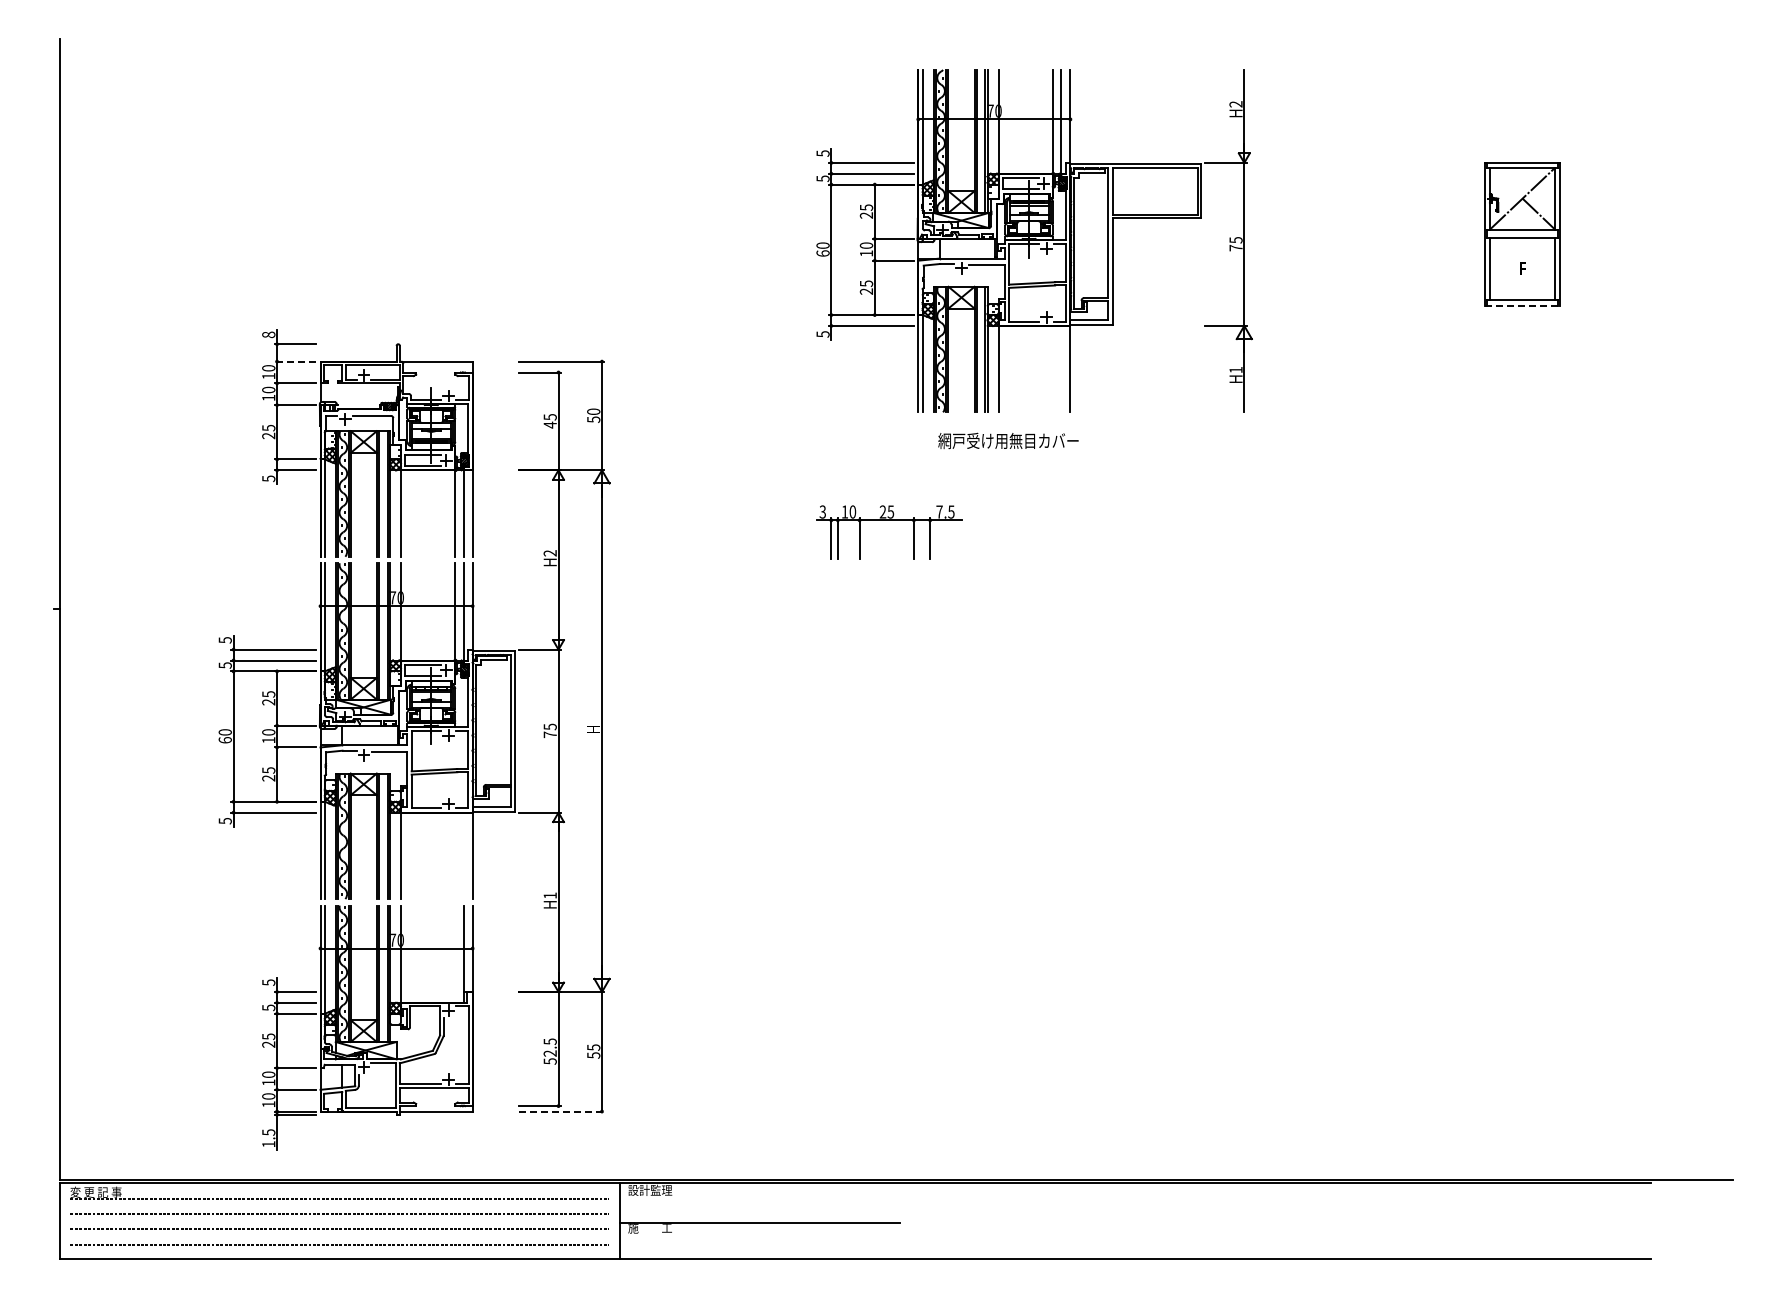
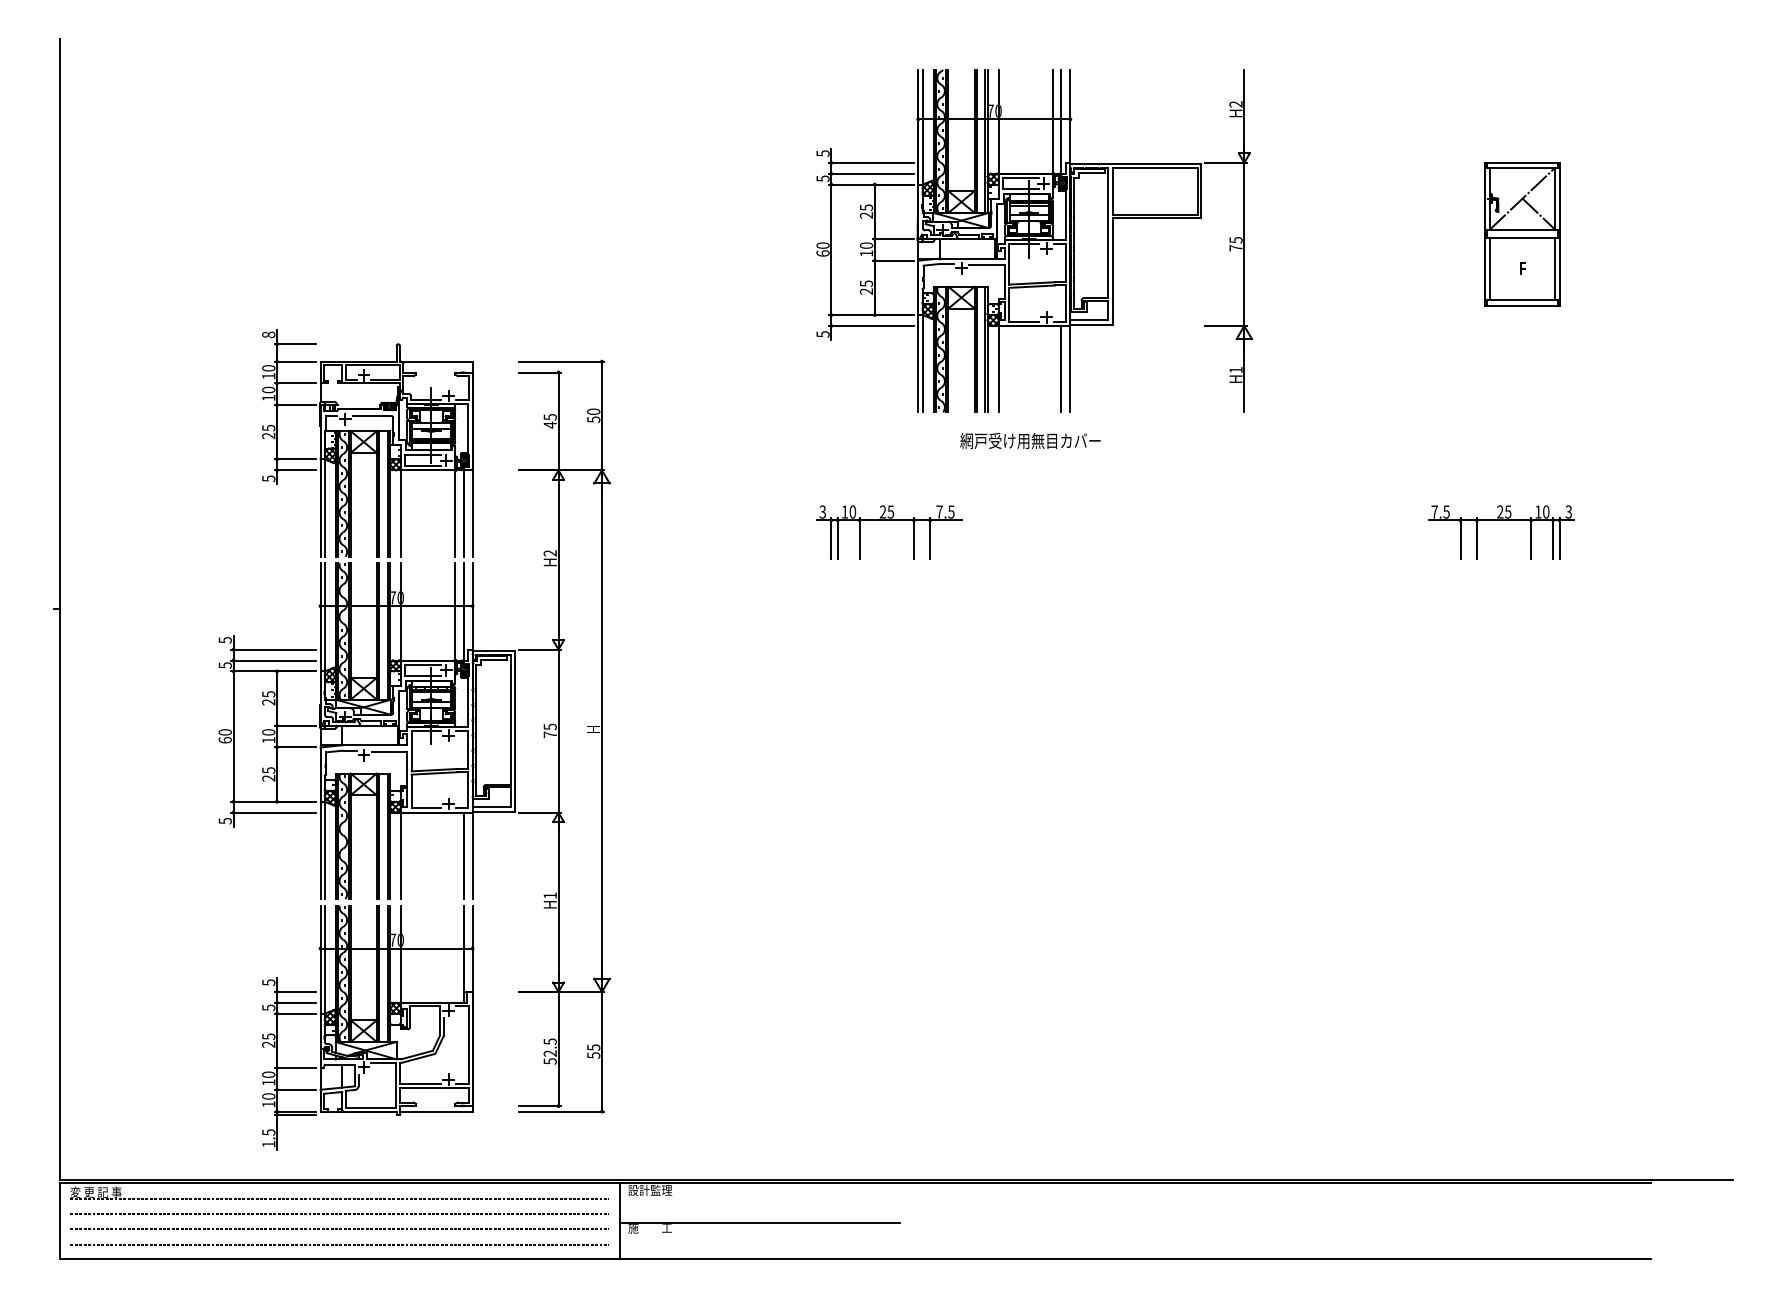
line at (1522, 305): dashed -> solid
line at (295, 361): dashed -> solid
line at (1061, 368): none -> present
text at (1008, 440) position: (1008, 440) -> (1030, 440)
part at (1501, 520): none -> present
line at (463, 855): none -> present
line at (562, 1111): dashed -> solid
